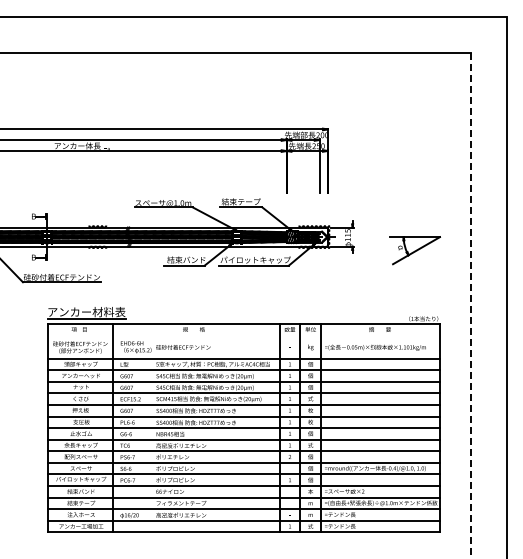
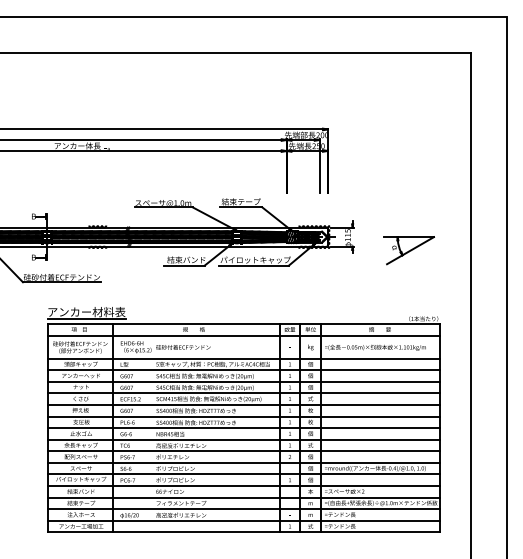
part at (414, 250) position: (414, 250) -> (408, 250)
line at (471, 306): dashed -> solid
line at (243, 335): none -> present
